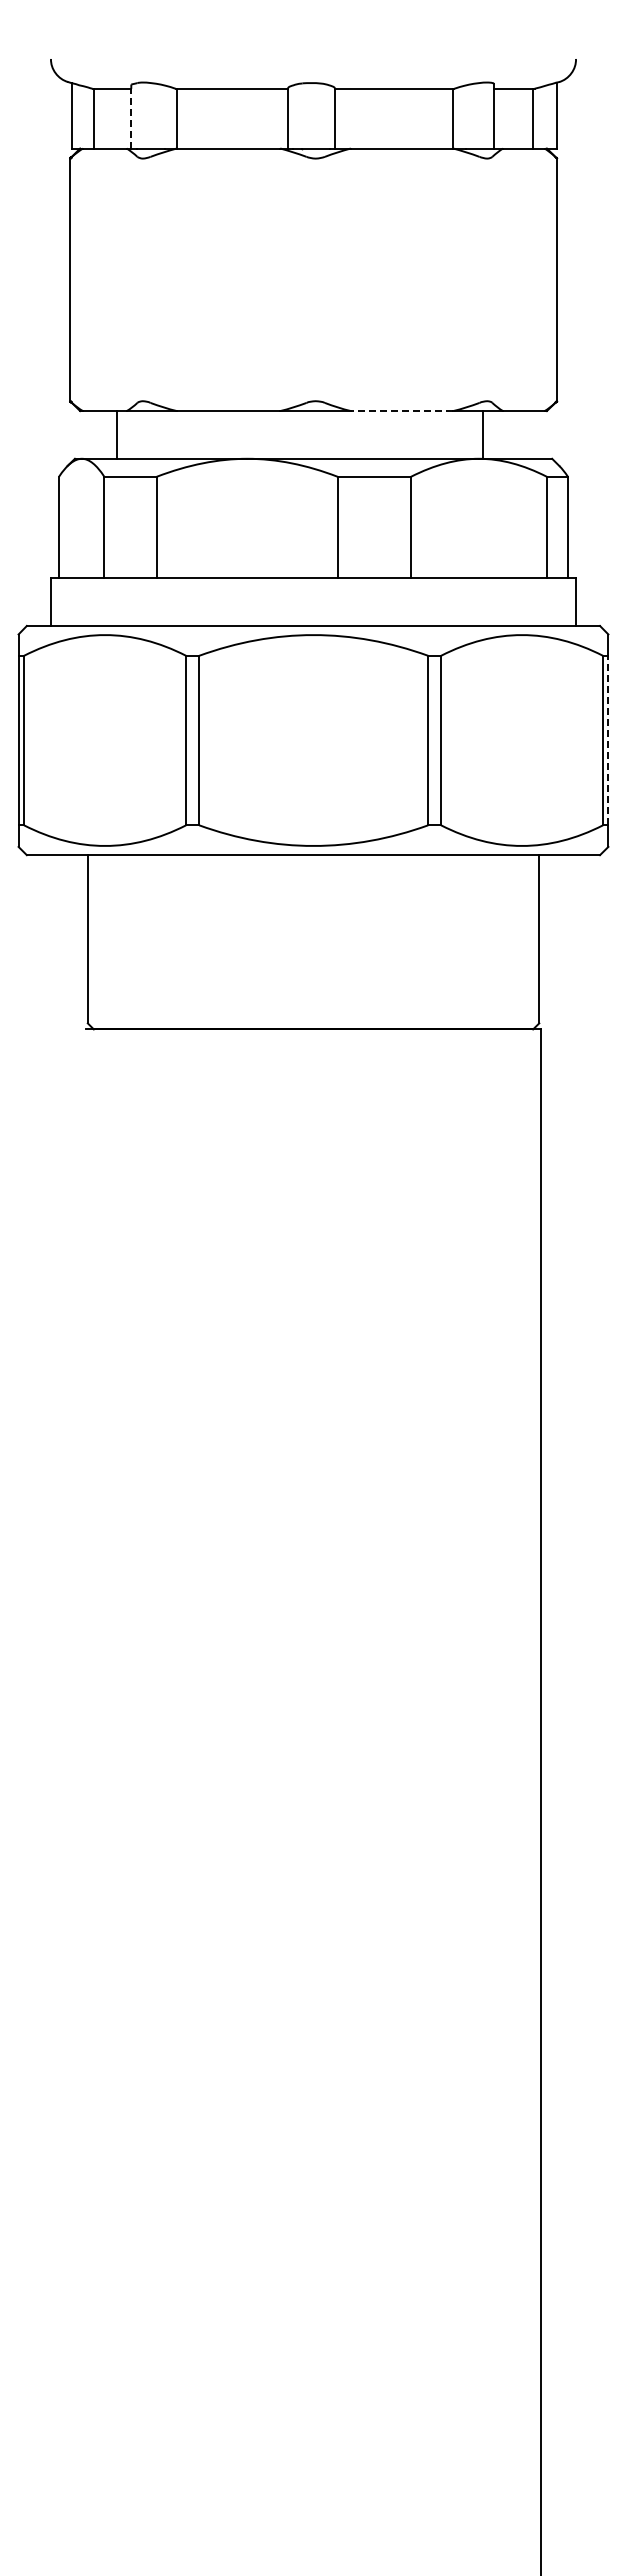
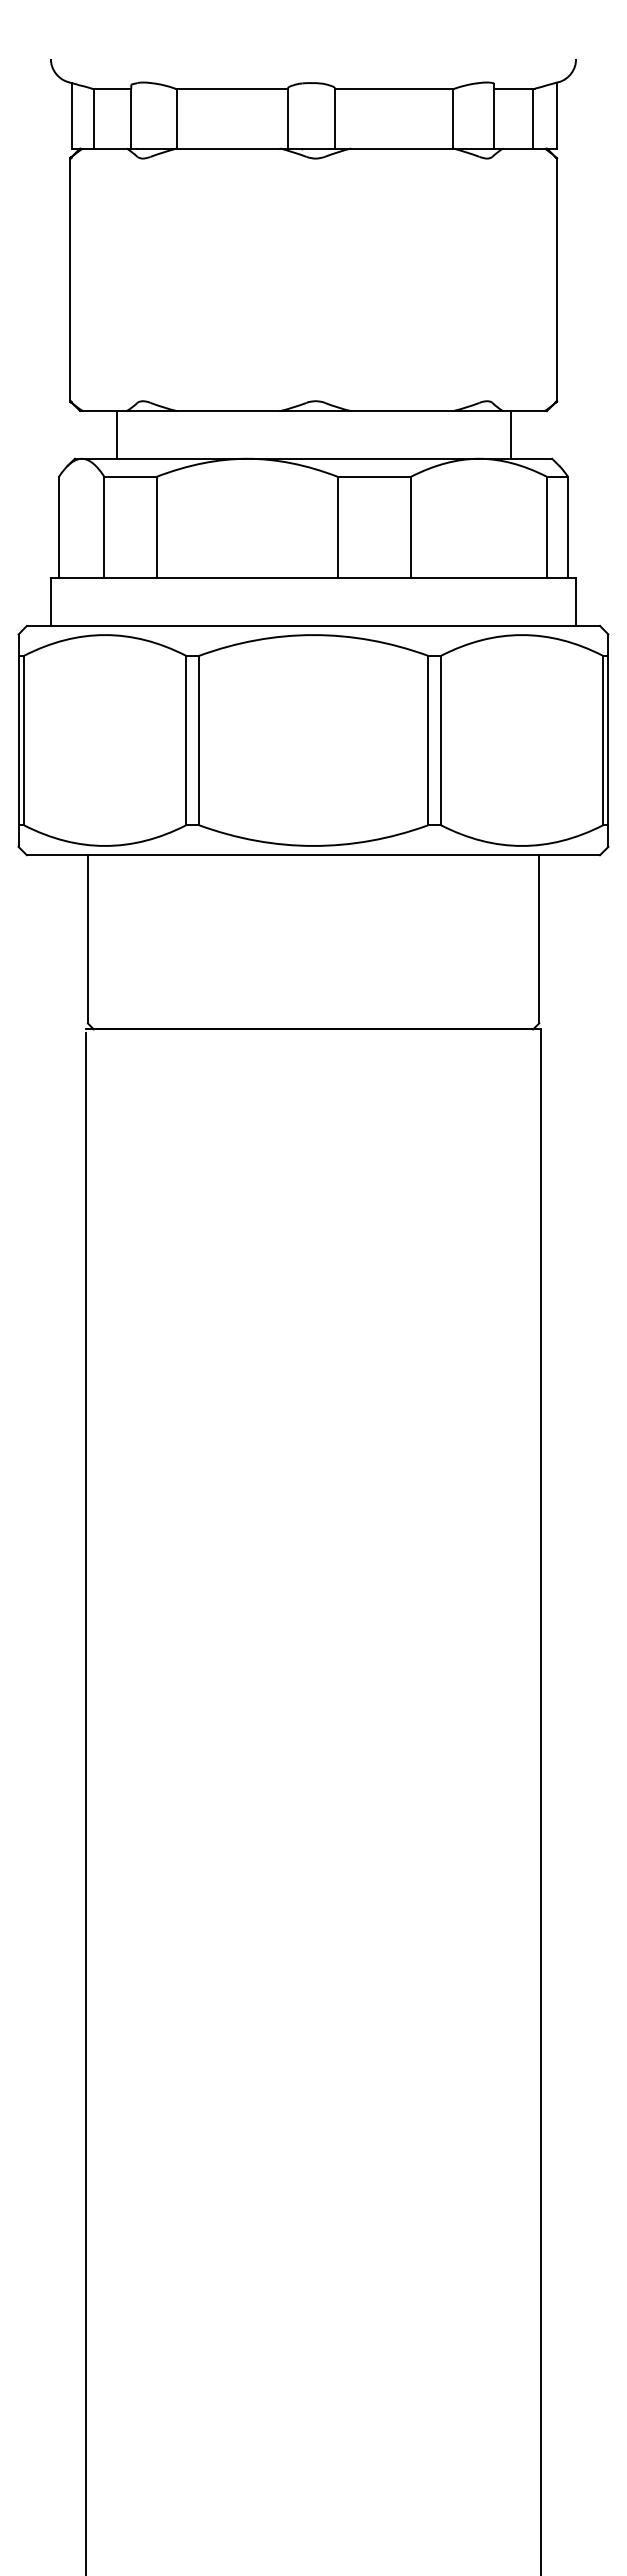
line at (131, 118): dashed -> solid
line at (401, 411): dashed -> solid
line at (482, 434) position: (482, 434) -> (510, 434)
line at (608, 740): dashed -> solid
line at (86, 1802): none -> present
